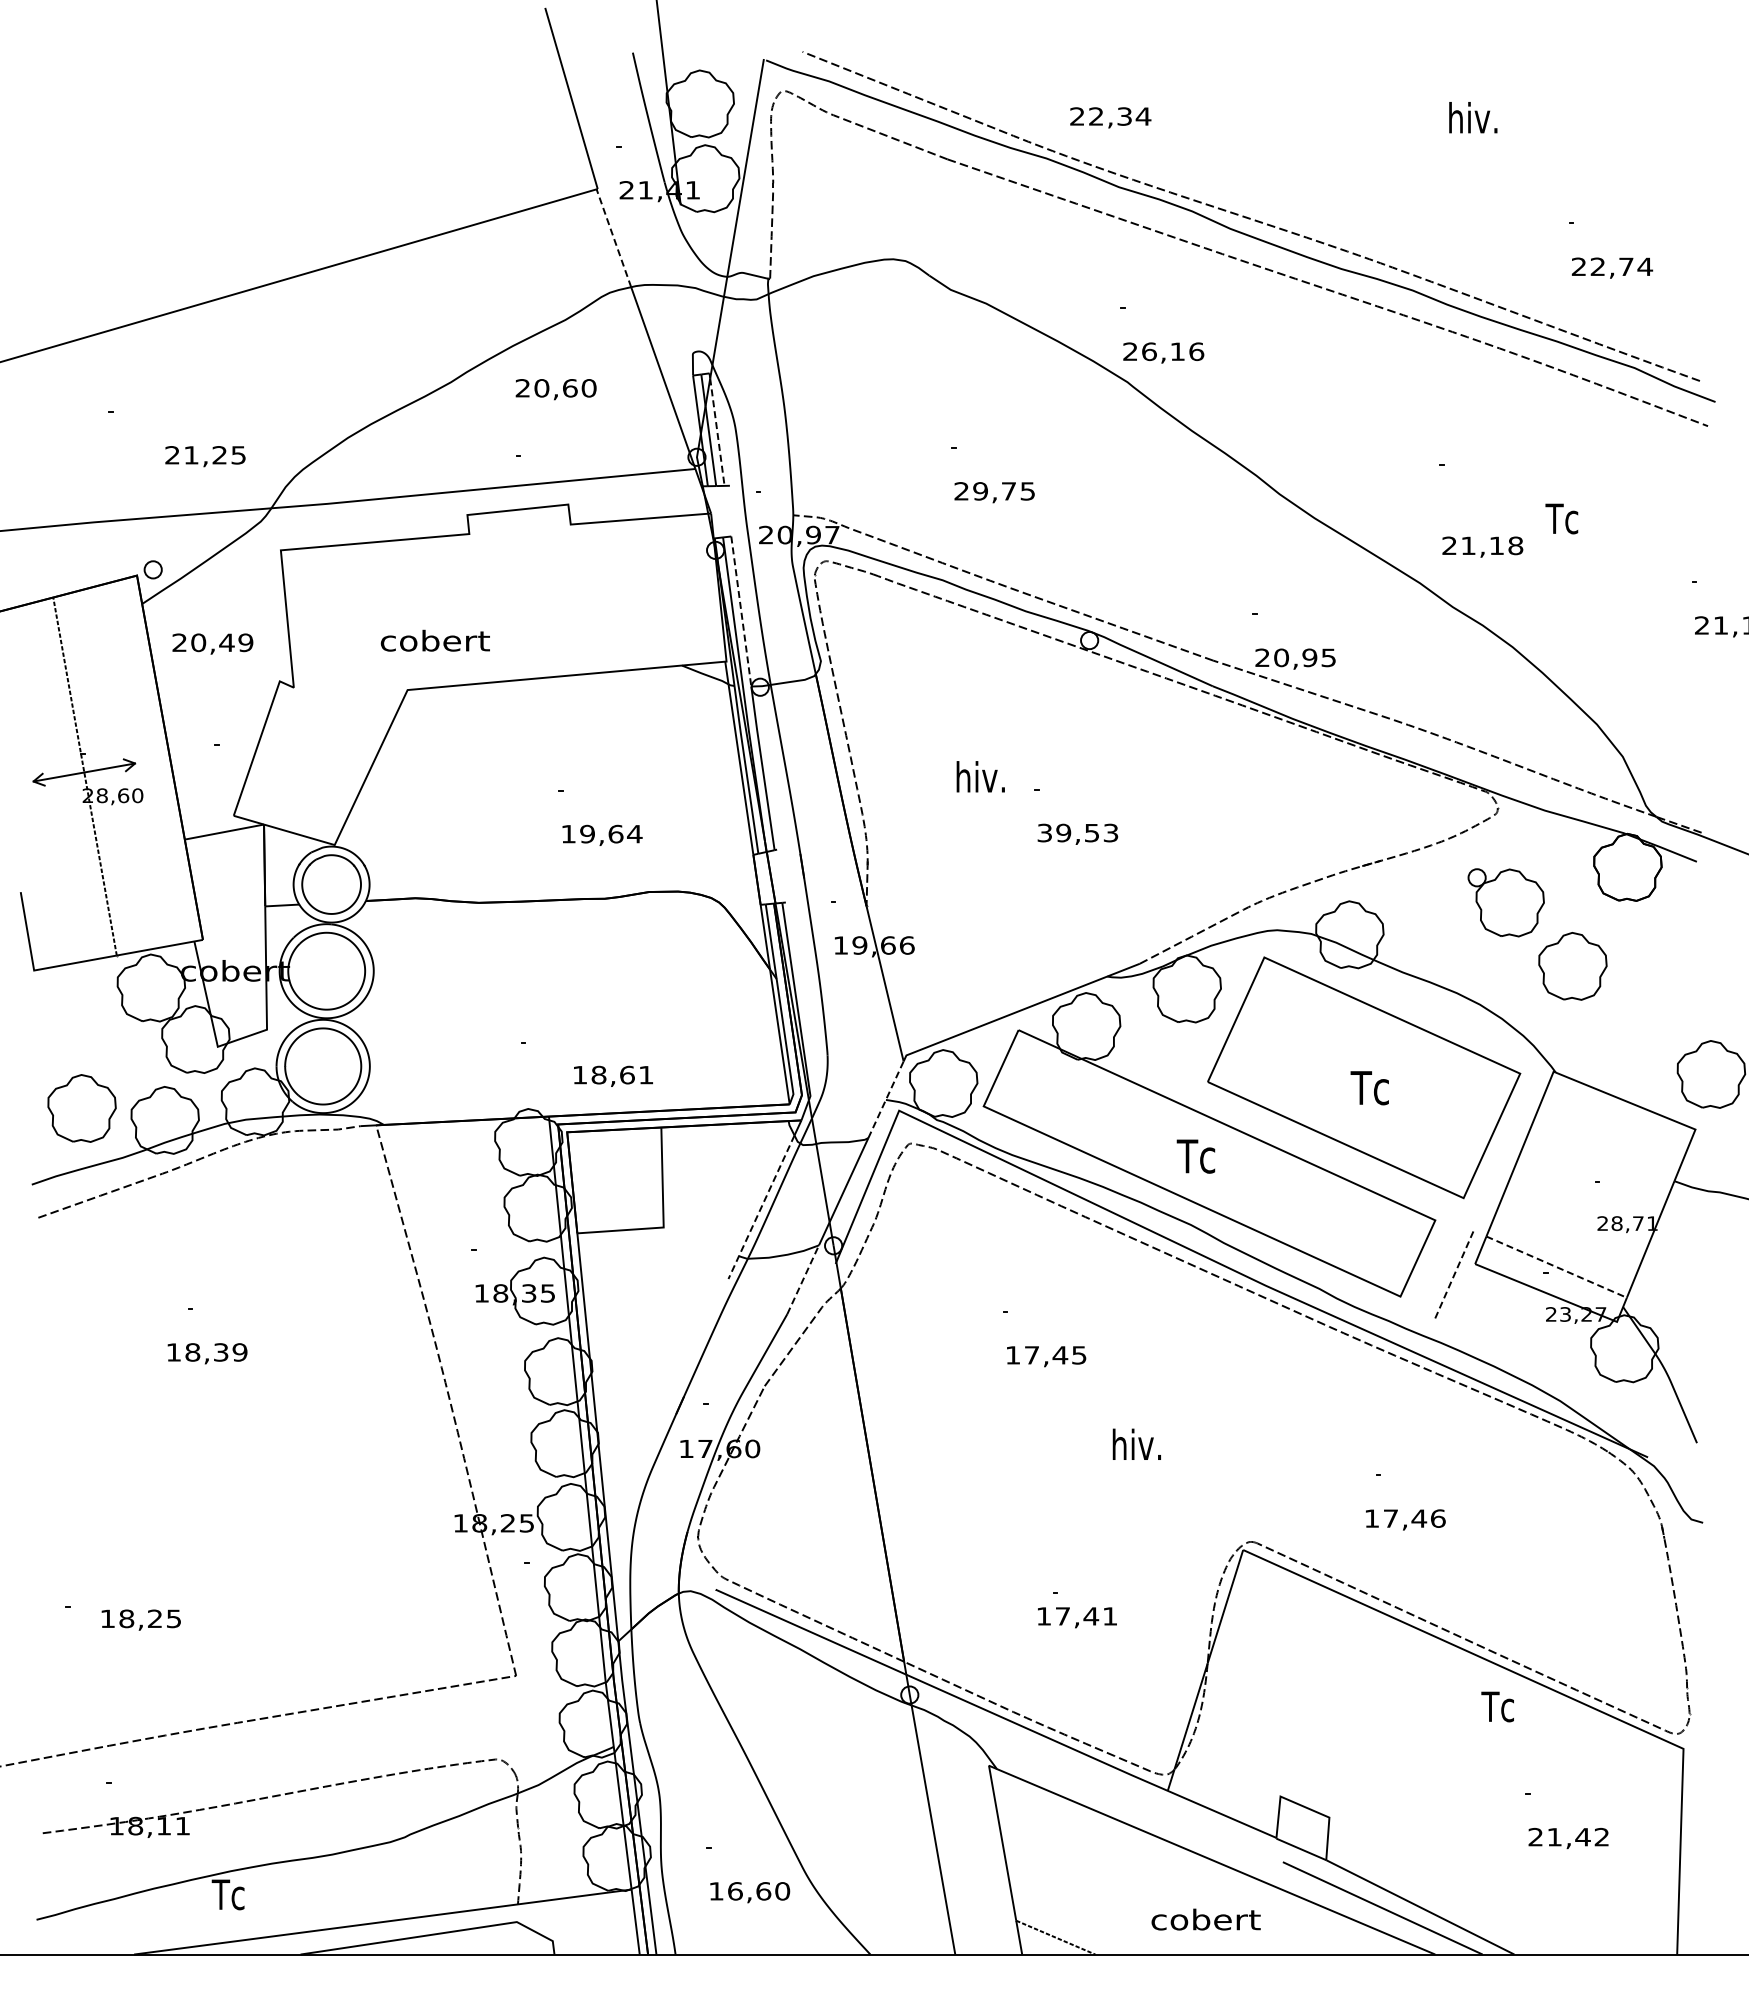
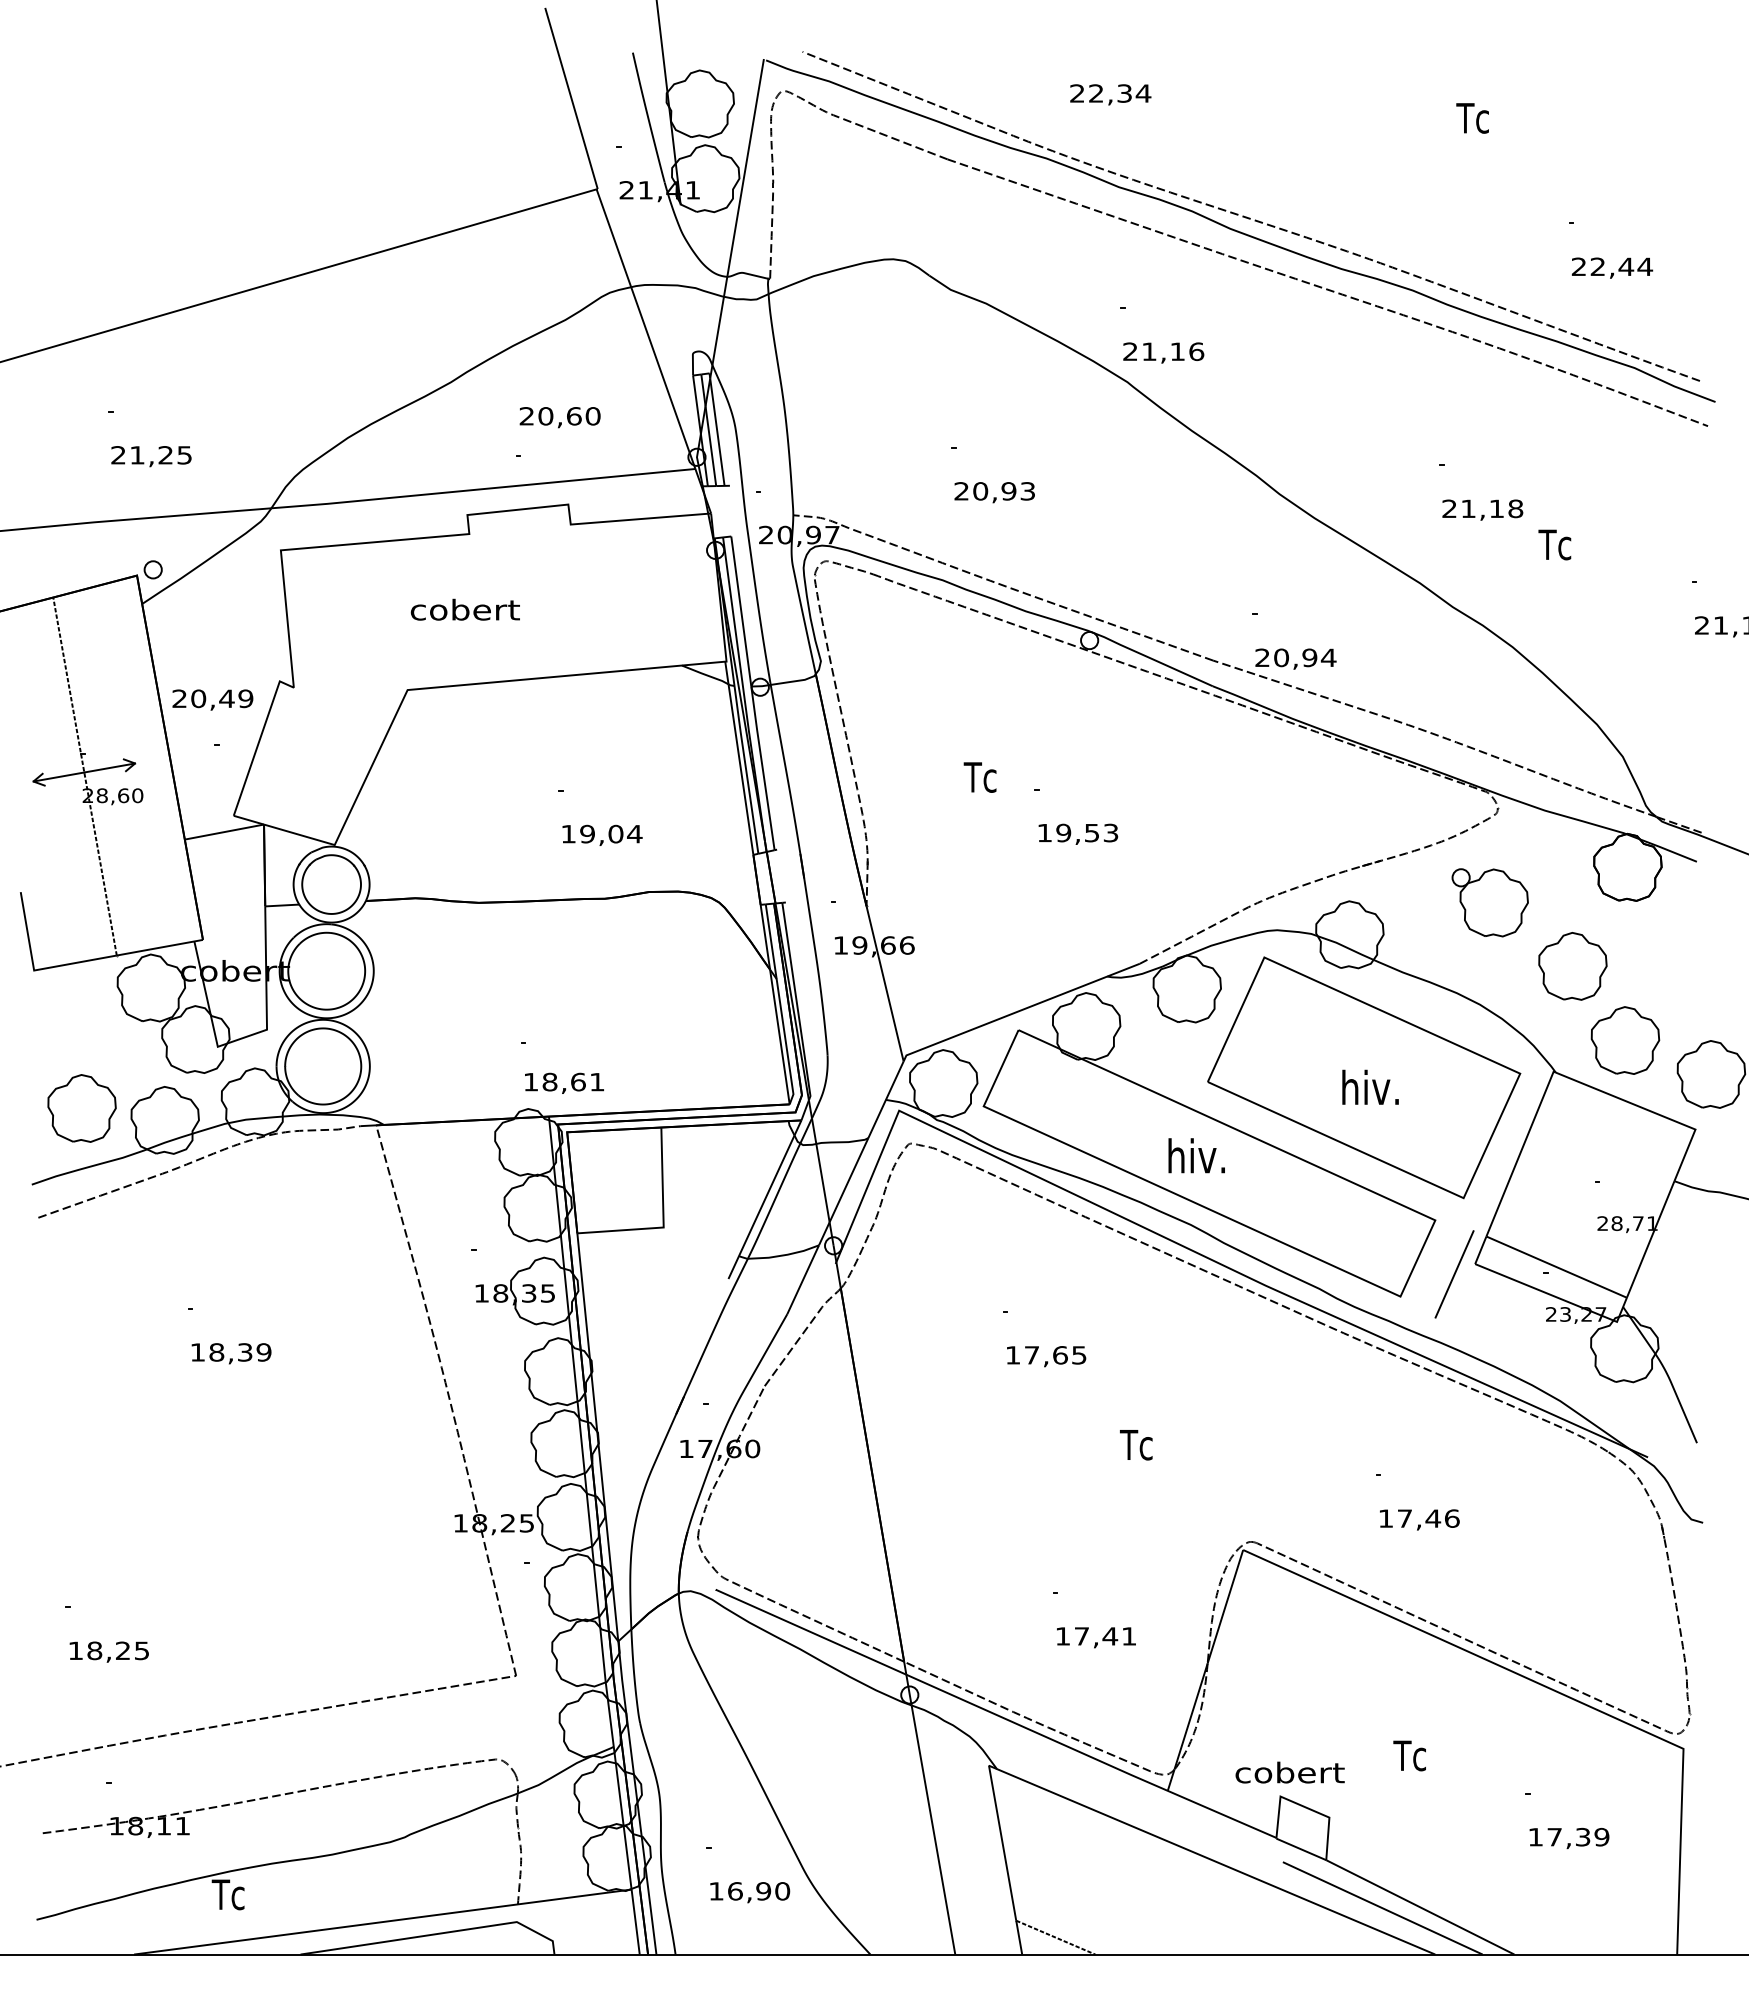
text at (1110, 117) position: (1110, 117) -> (1110, 94)
text at (1473, 117): hiv. -> Tc
line at (613, 238): dashed -> solid
text at (1626, 266): 22,74 -> 22,44
text at (1149, 351): 26,16 -> 21,16
text at (555, 389) position: (555, 389) -> (559, 417)
line at (717, 432): dashed -> solid
text at (205, 456) position: (205, 456) -> (151, 456)
text at (1003, 491): 29,75 -> 20,93
text at (1561, 518) position: (1561, 518) -> (1554, 544)
text at (1482, 546) position: (1482, 546) -> (1482, 509)
line at (741, 611): dashed -> solid
text at (434, 640) position: (434, 640) -> (464, 609)
text at (212, 643) position: (212, 643) -> (212, 699)
text at (1328, 657): 20,95 -> 20,94
text at (980, 776): hiv. -> Tc
text at (1044, 832): 39,53 -> 19,53
text at (615, 833): 19,64 -> 19,04
part at (1505, 902) position: (1505, 902) -> (1489, 902)
part at (1625, 1040): none -> present
text at (613, 1075) position: (613, 1075) -> (564, 1082)
text at (1370, 1087): Tc -> hiv.
line at (886, 1099): dashed -> solid
text at (1196, 1155): Tc -> hiv.
line at (761, 1207): dashed -> solid
line at (1556, 1267): dashed -> solid
line at (1454, 1273): dashed -> solid
line at (803, 1279): dashed -> solid
text at (207, 1353) position: (207, 1353) -> (231, 1353)
text at (1060, 1355): 17,45 -> 17,65
text at (1136, 1444): hiv. -> Tc
text at (1405, 1519) position: (1405, 1519) -> (1419, 1519)
text at (1077, 1617) position: (1077, 1617) -> (1096, 1637)
text at (140, 1619) position: (140, 1619) -> (108, 1651)
text at (1497, 1706) position: (1497, 1706) -> (1409, 1755)
text at (1568, 1836): 21,42 -> 17,39
text at (763, 1891): 16,60 -> 16,90
text at (1205, 1919) position: (1205, 1919) -> (1289, 1772)
